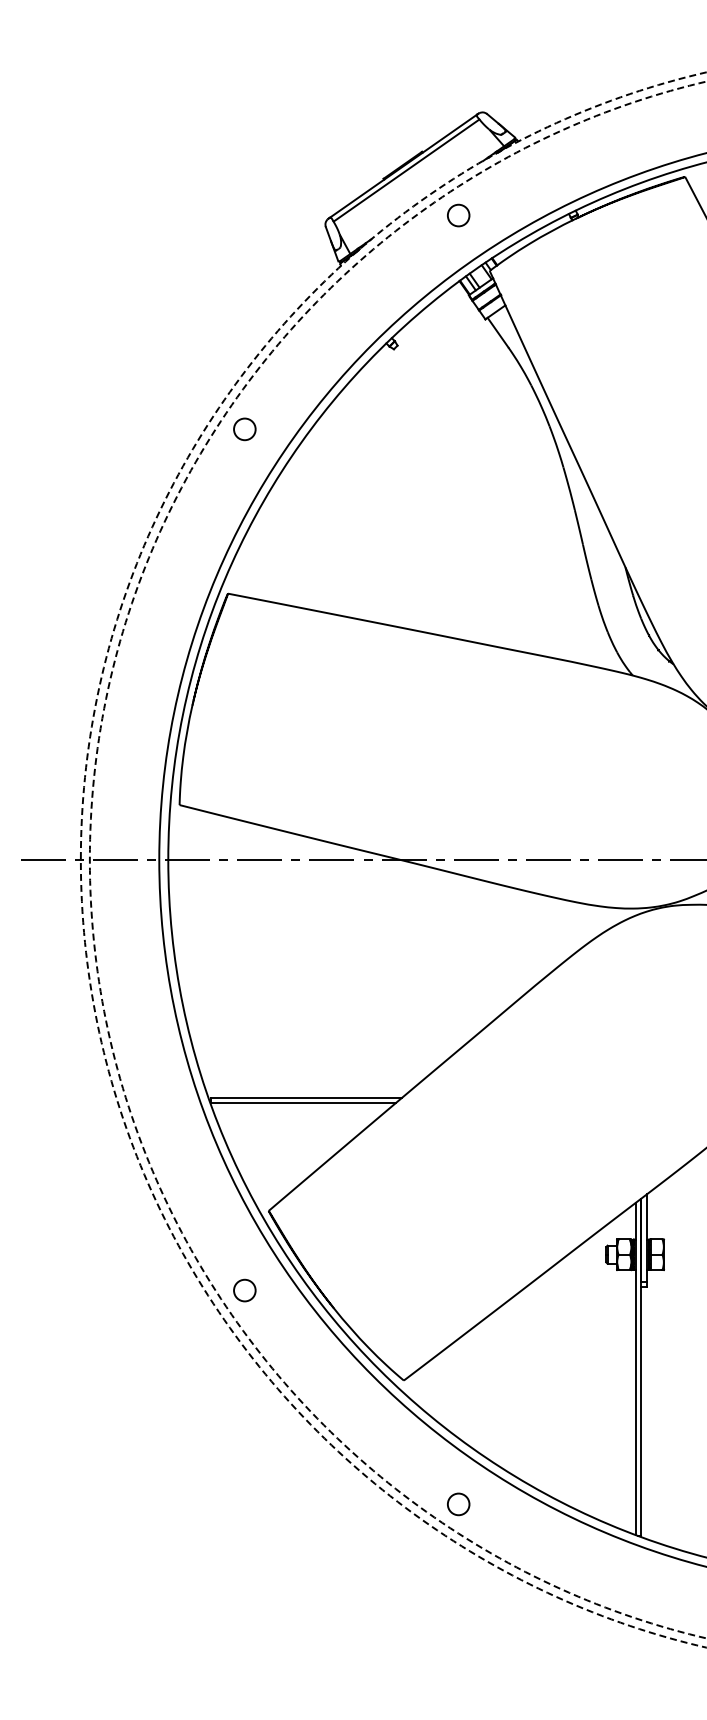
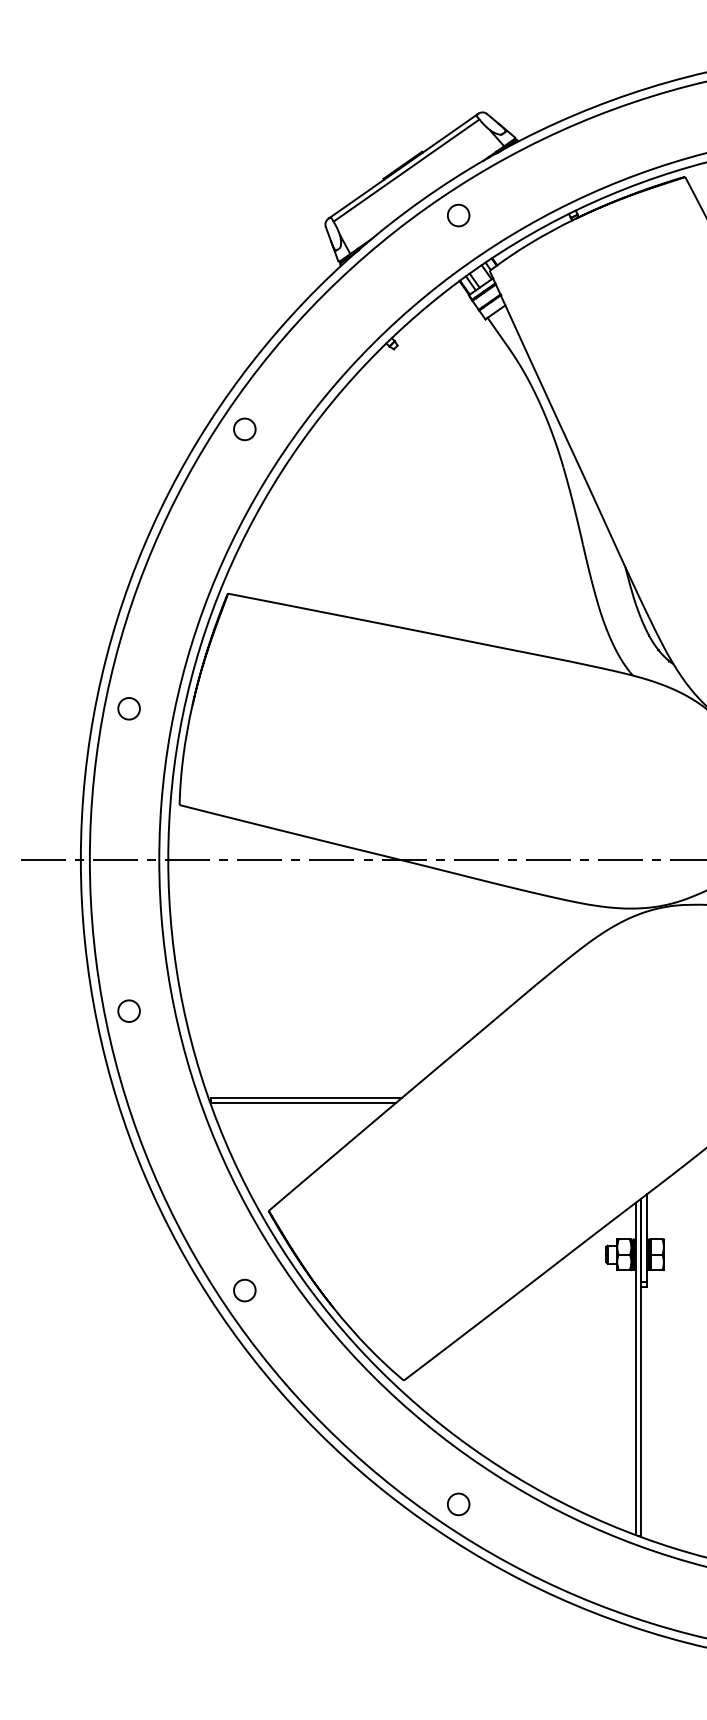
circle at (128, 708): none -> present
circle at (393, 859): dashed -> solid
circle at (397, 859): dashed -> solid
circle at (128, 1010): none -> present
